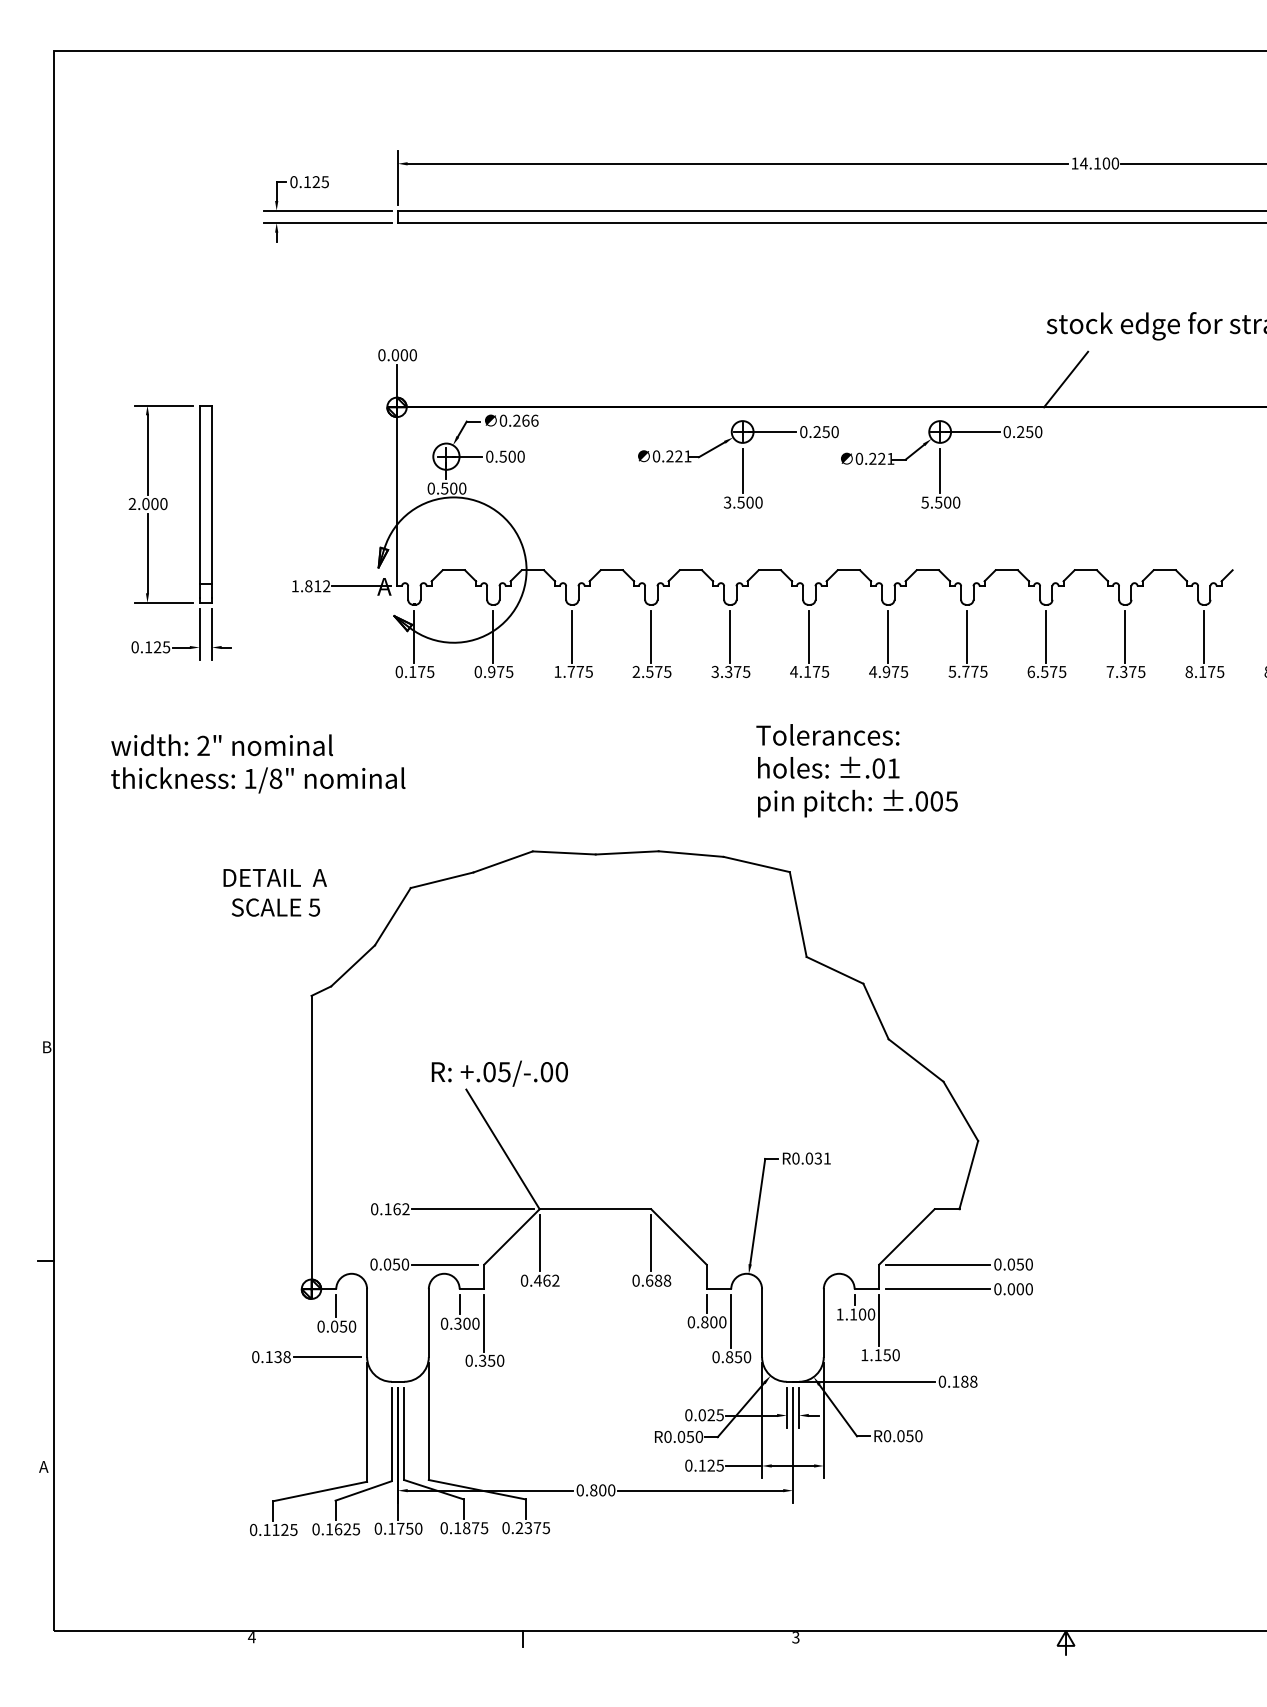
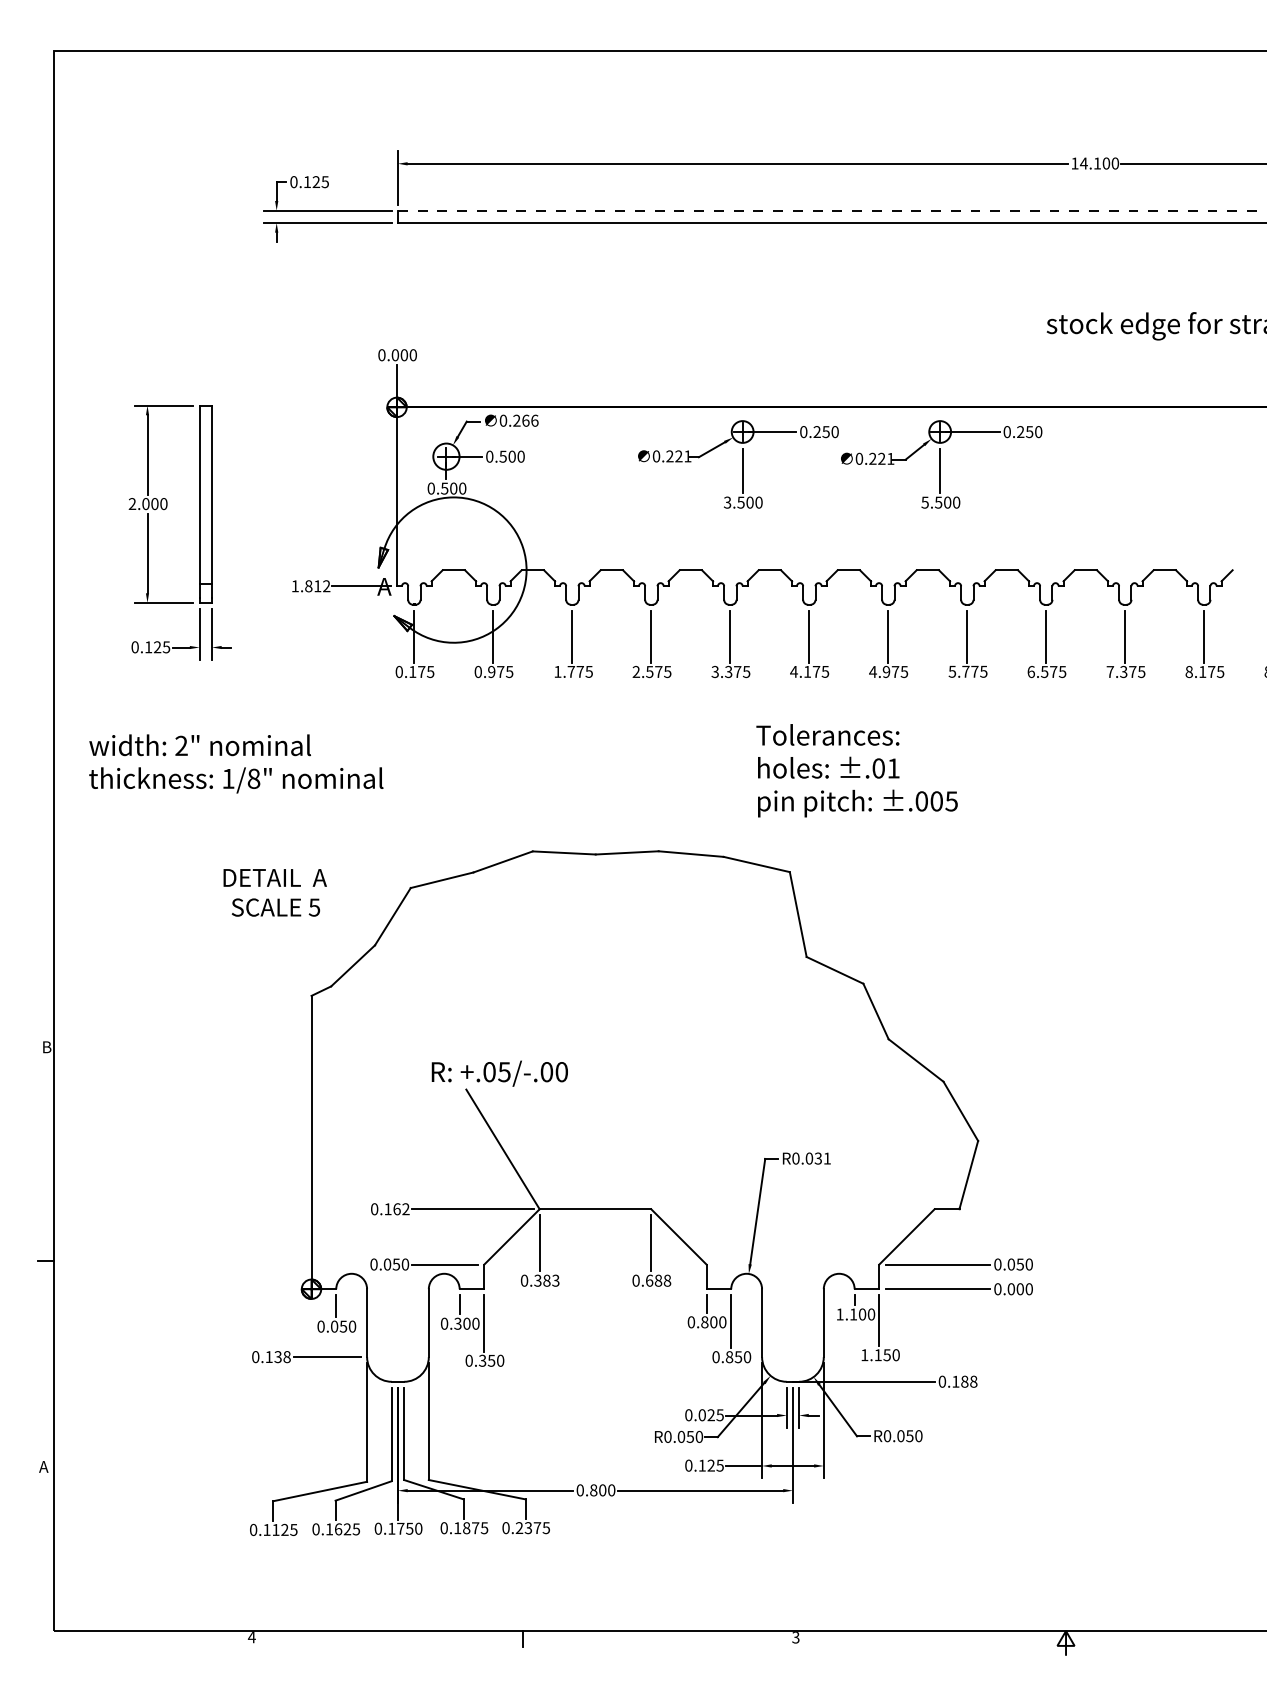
line at (832, 210): solid -> dashed
line at (1066, 379): present -> none
text at (258, 763) position: (258, 763) -> (236, 763)
text at (546, 1280): 0.462 -> 0.383
